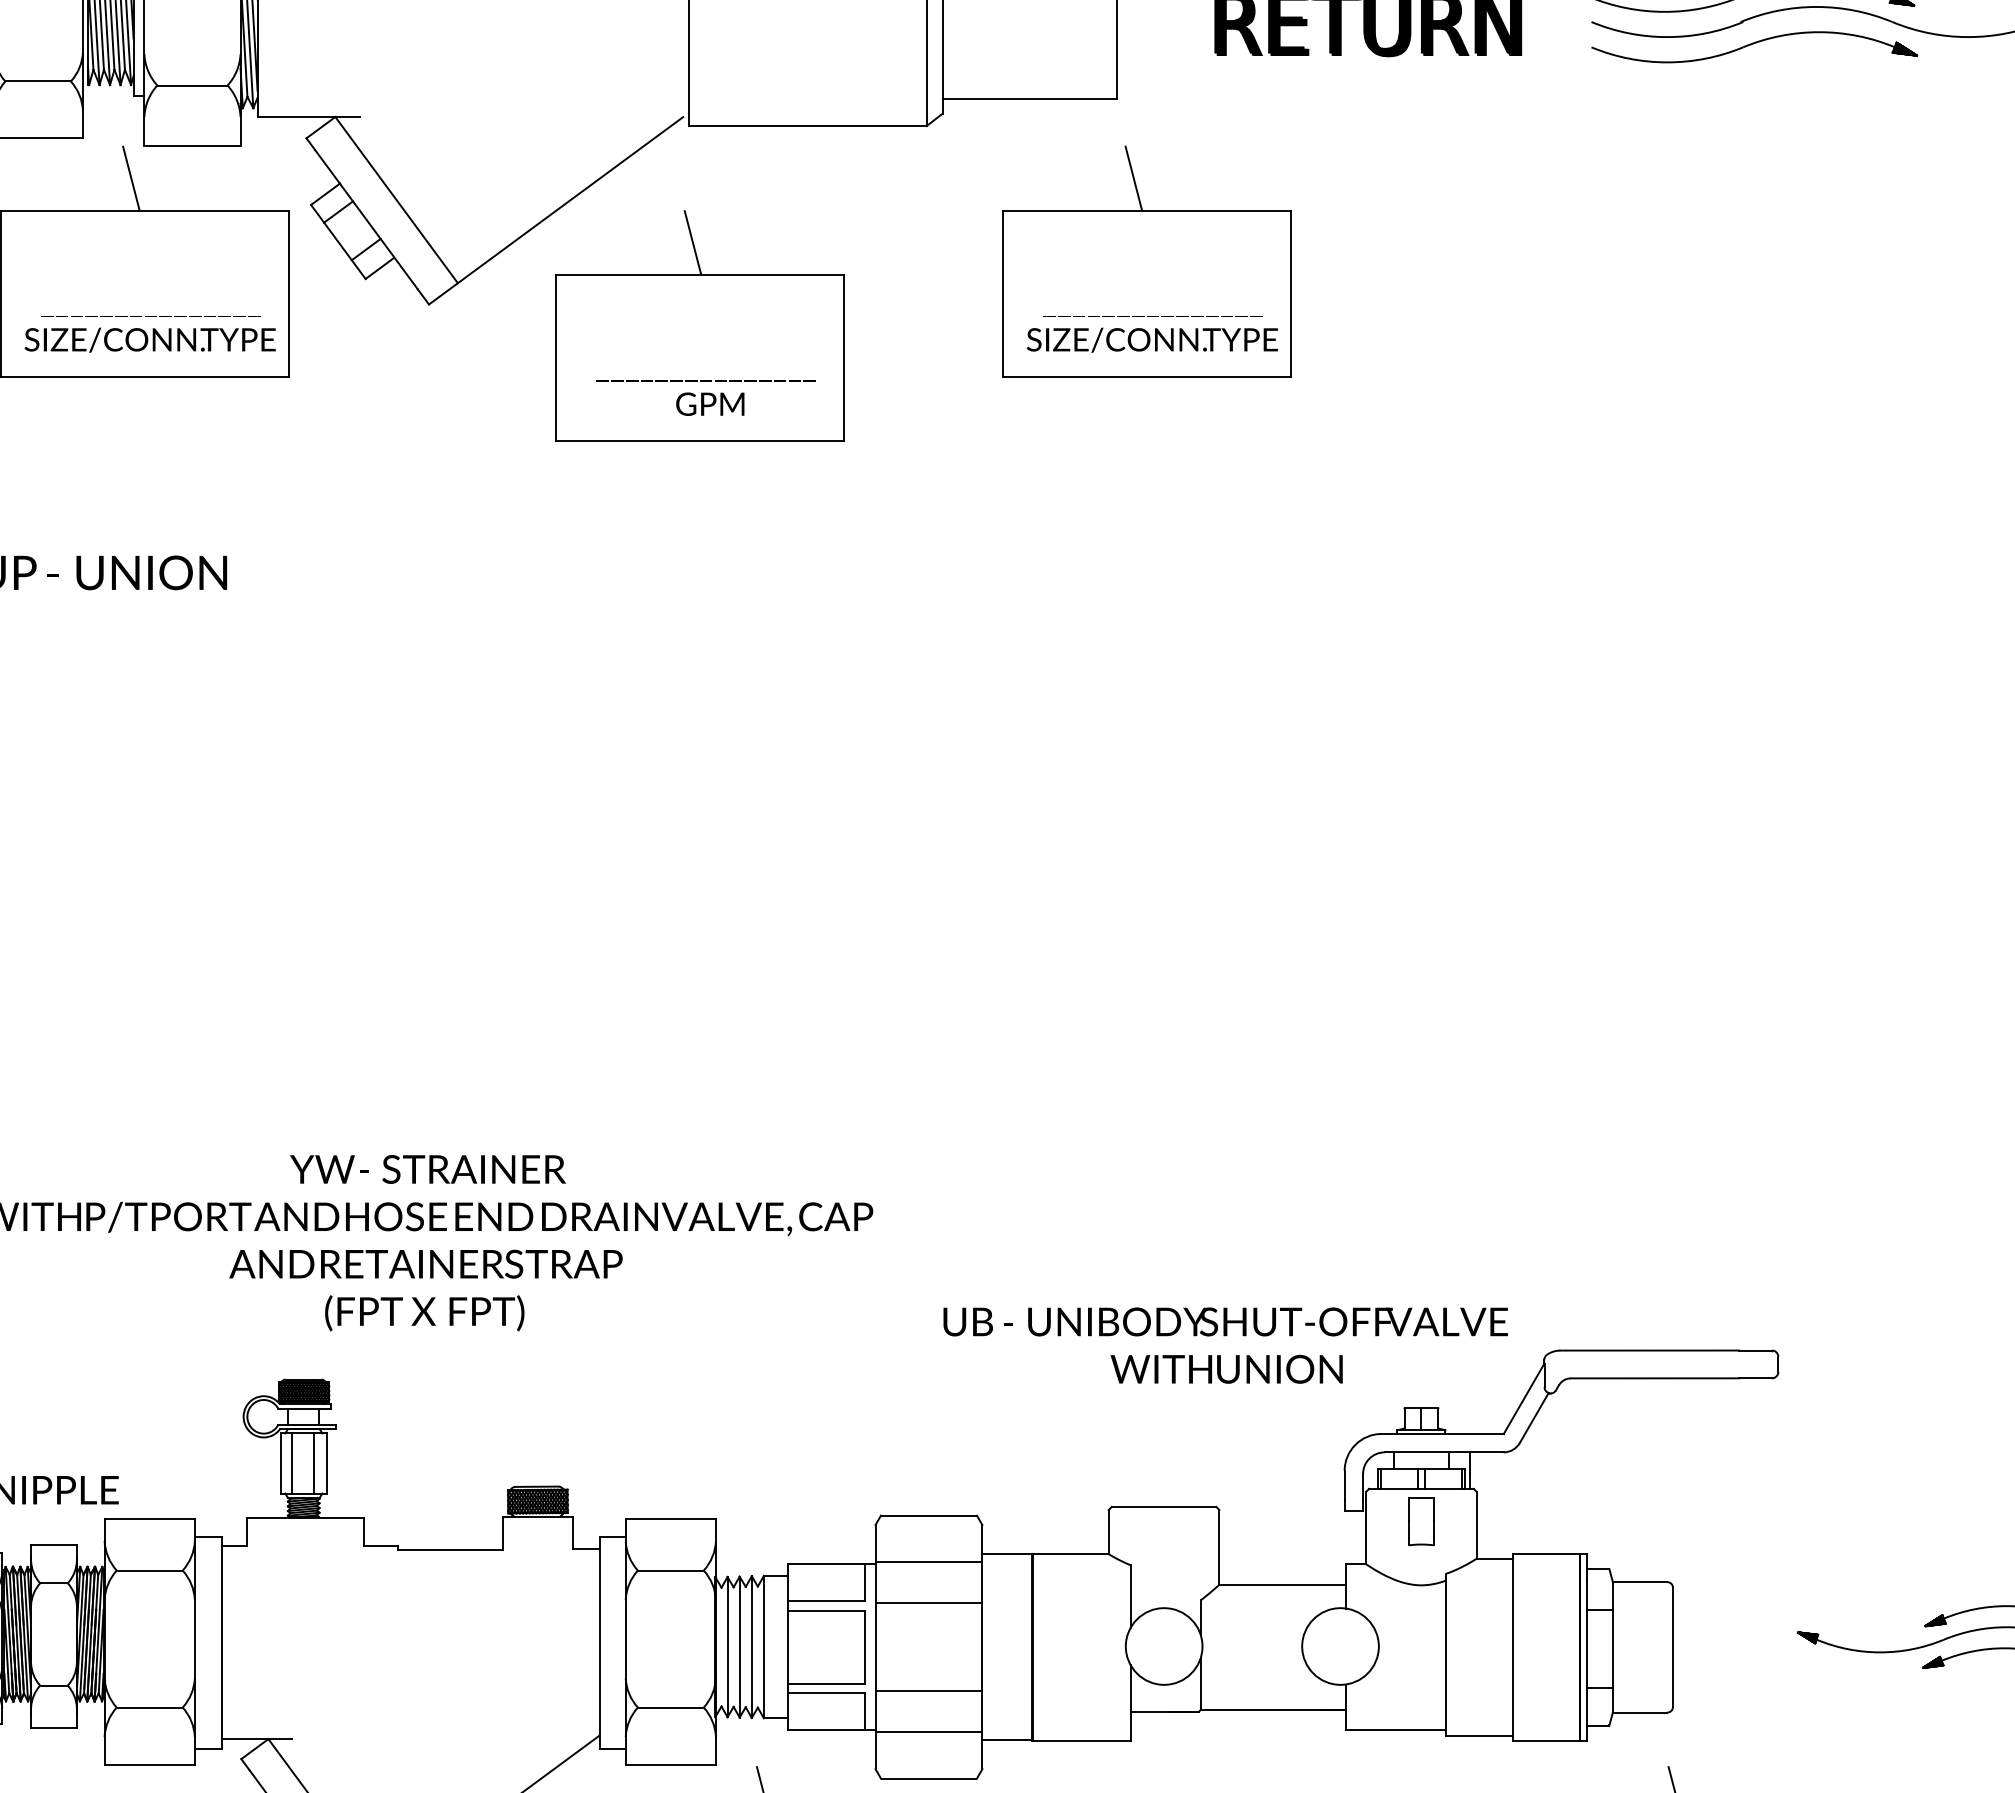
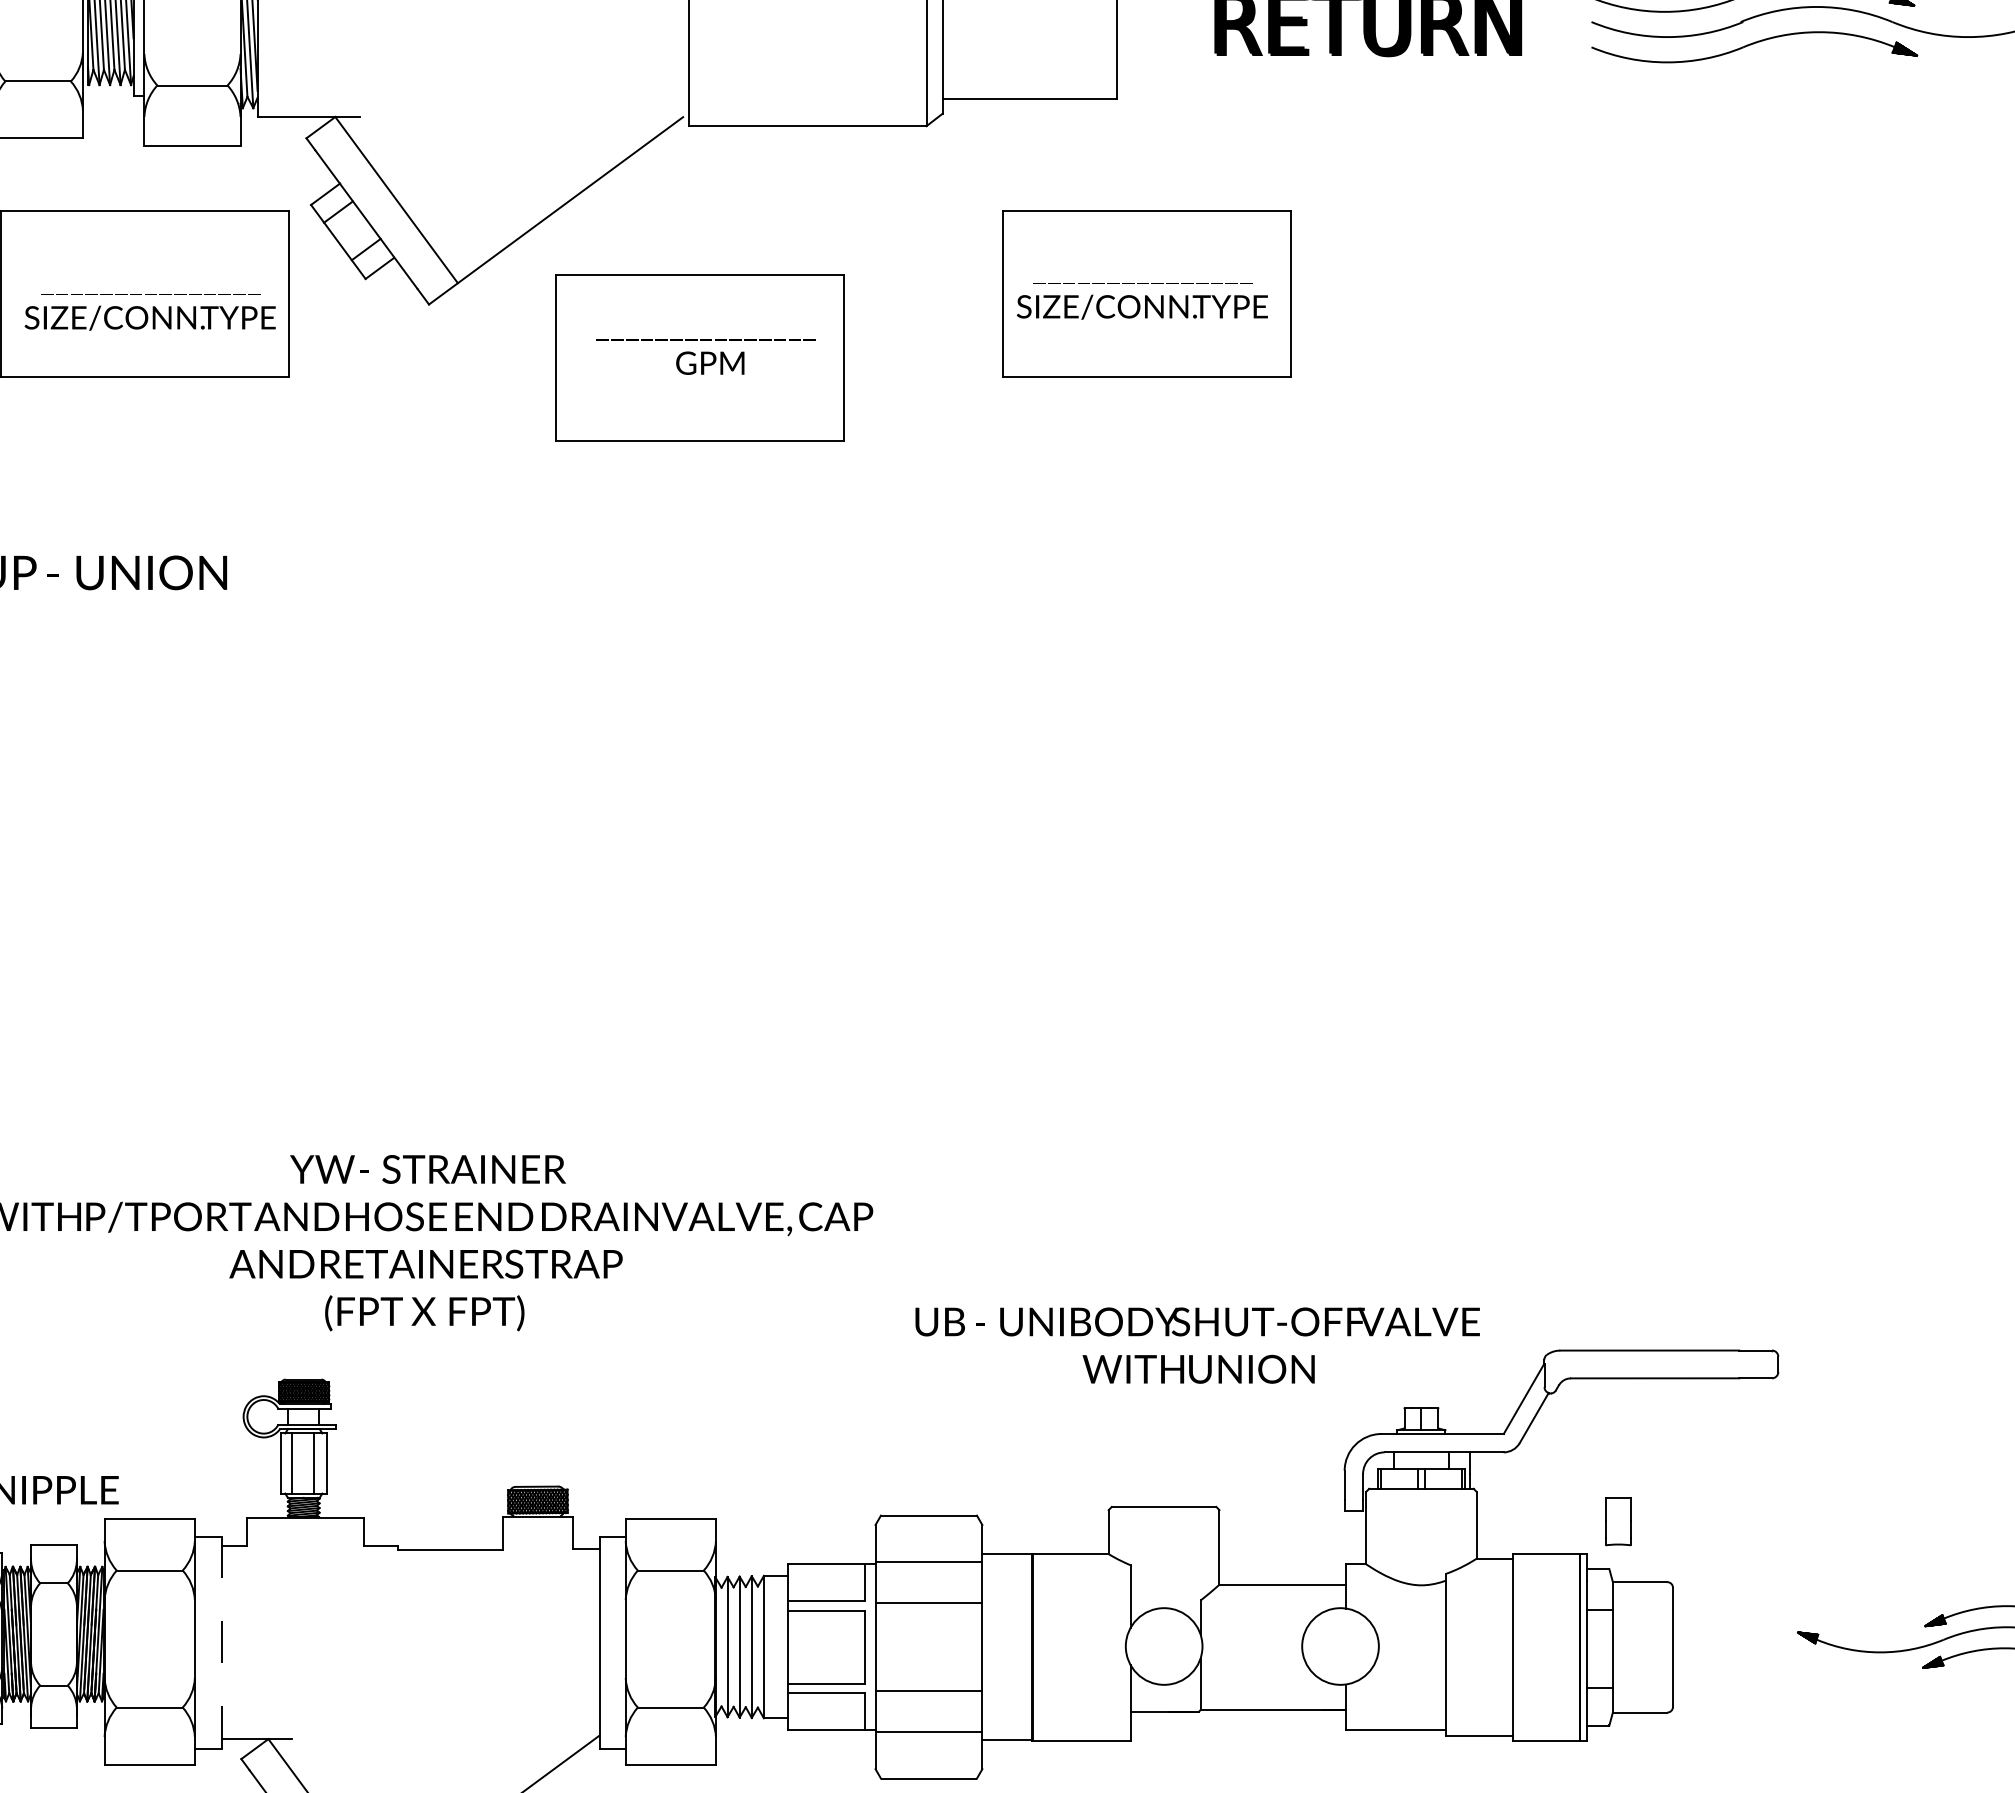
line at (131, 177): present -> none
line at (1133, 177): present -> none
line at (692, 242): present -> none
text at (149, 334) position: (149, 334) -> (149, 312)
text at (1151, 334) position: (1151, 334) -> (1141, 301)
text at (705, 397) position: (705, 397) -> (705, 356)
text at (1225, 1345) position: (1225, 1345) -> (1197, 1345)
part at (1421, 1521) position: (1421, 1521) -> (1618, 1521)
line at (222, 1642): solid -> dashed
line at (759, 1778): present -> none
line at (1671, 1778): present -> none
